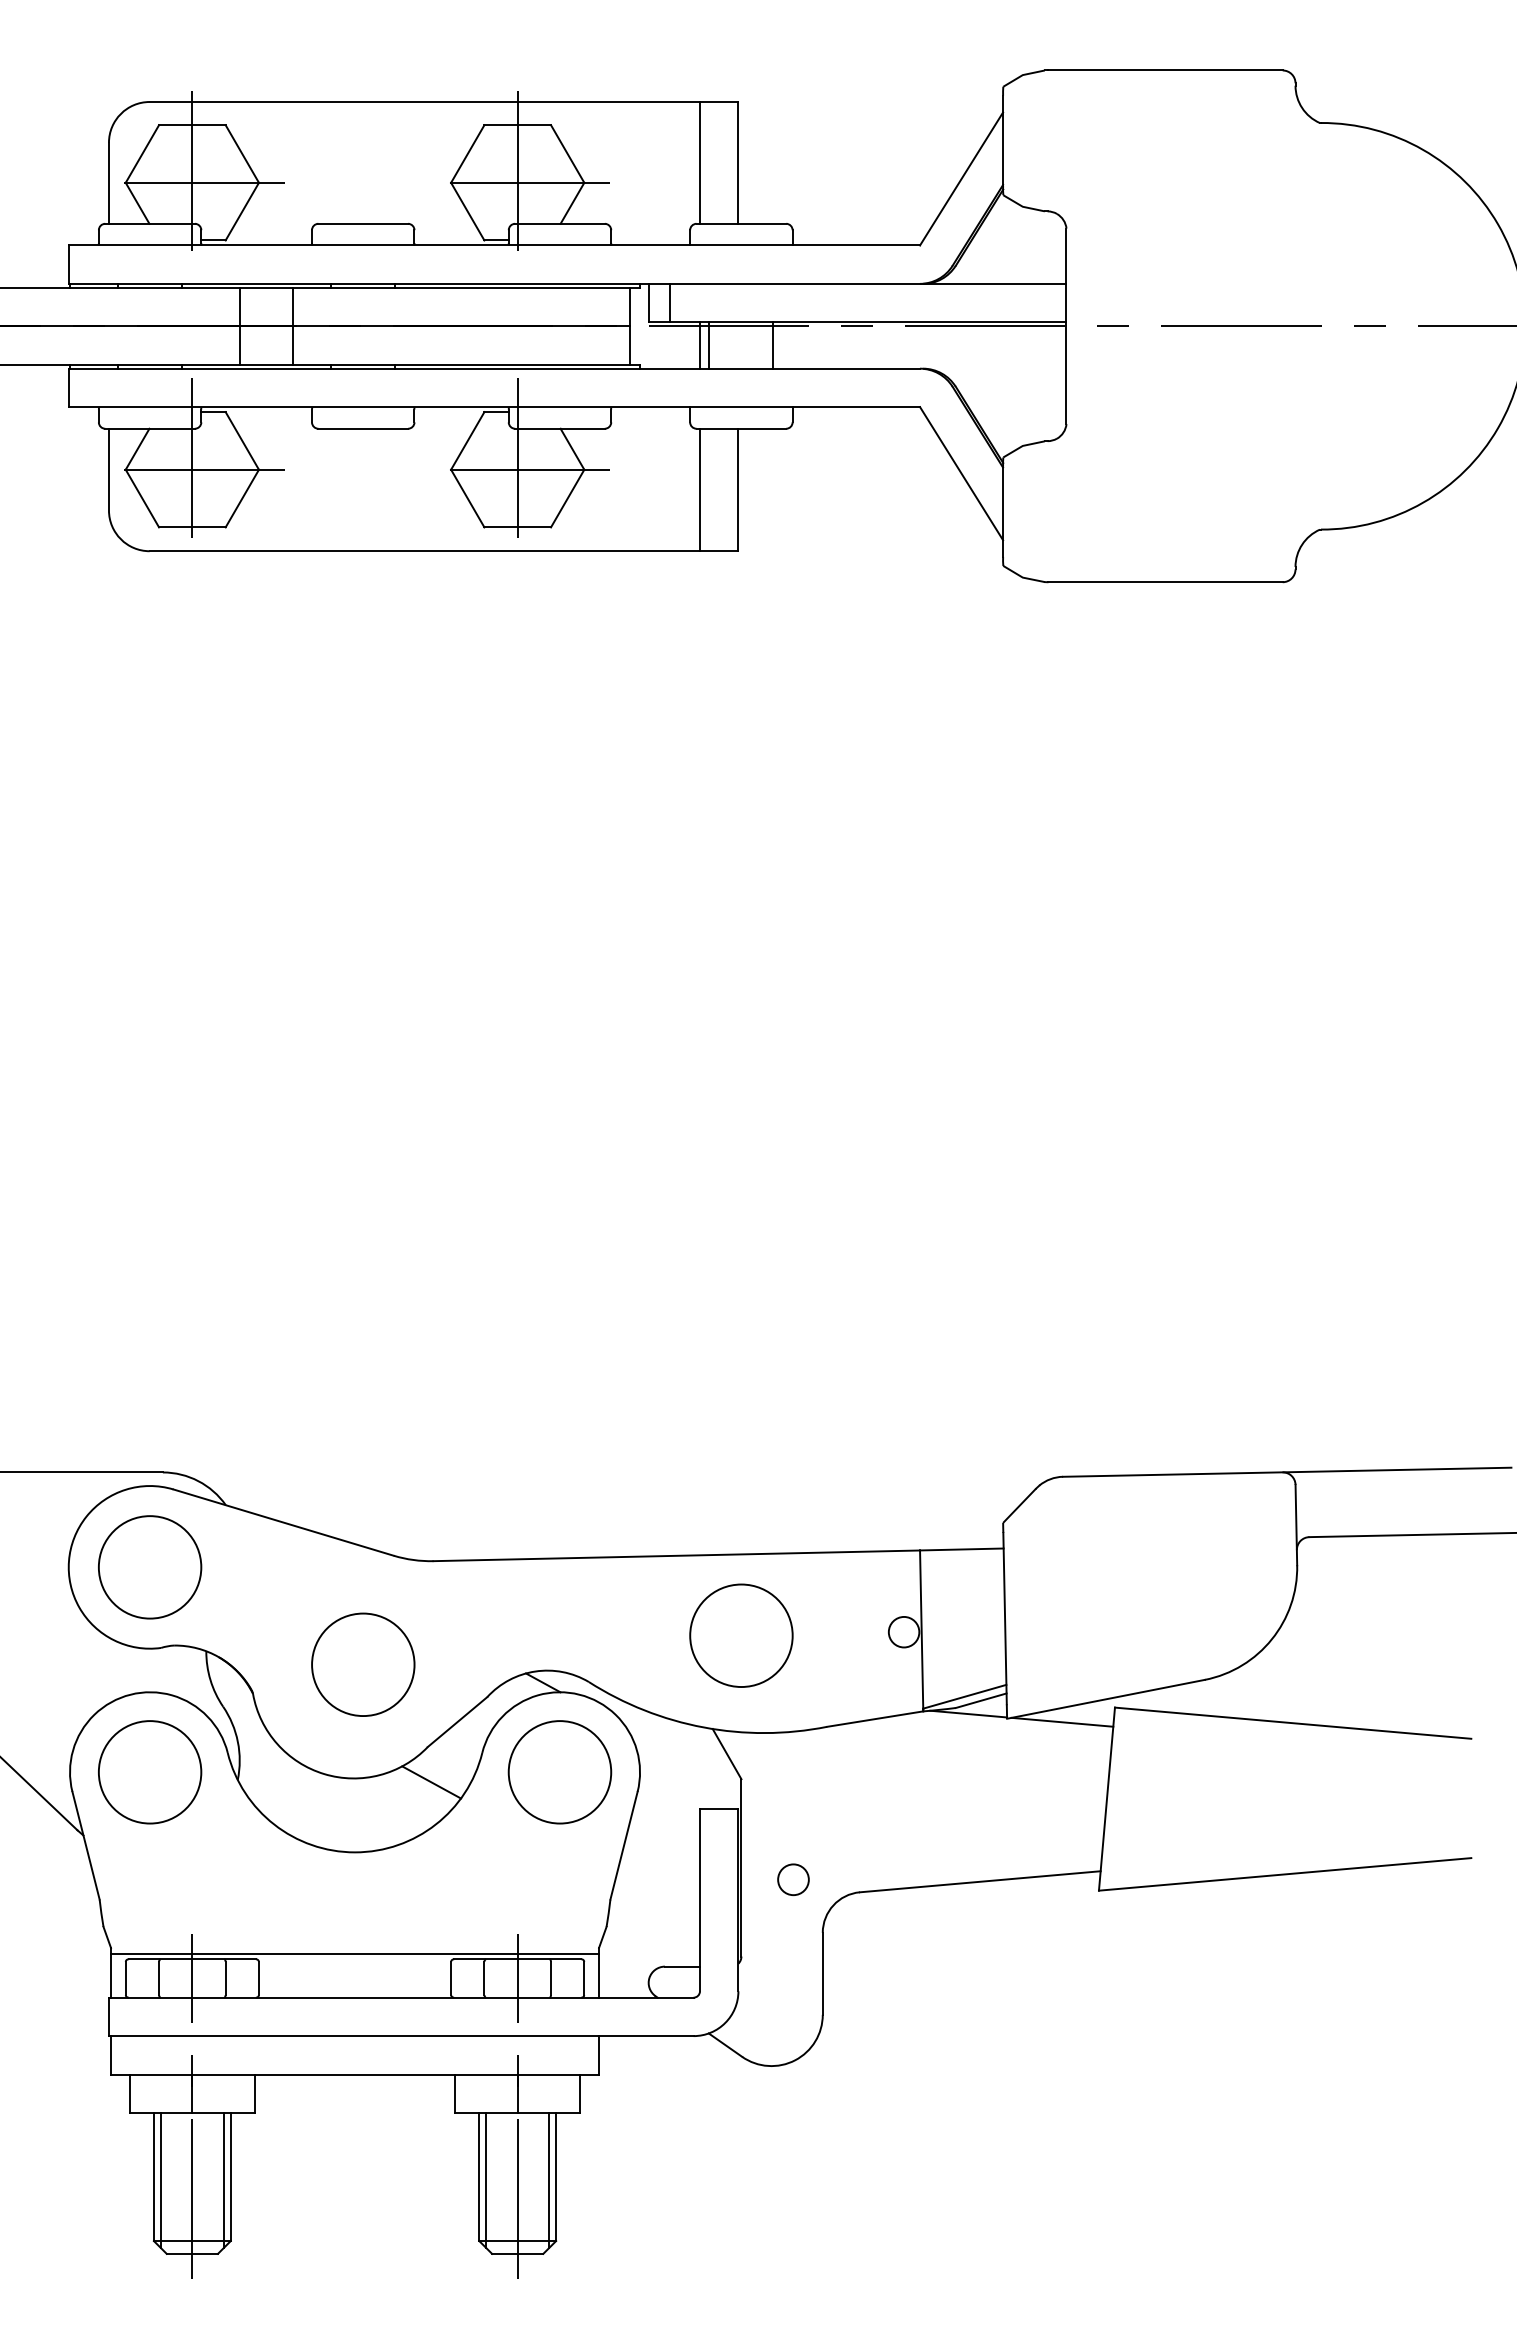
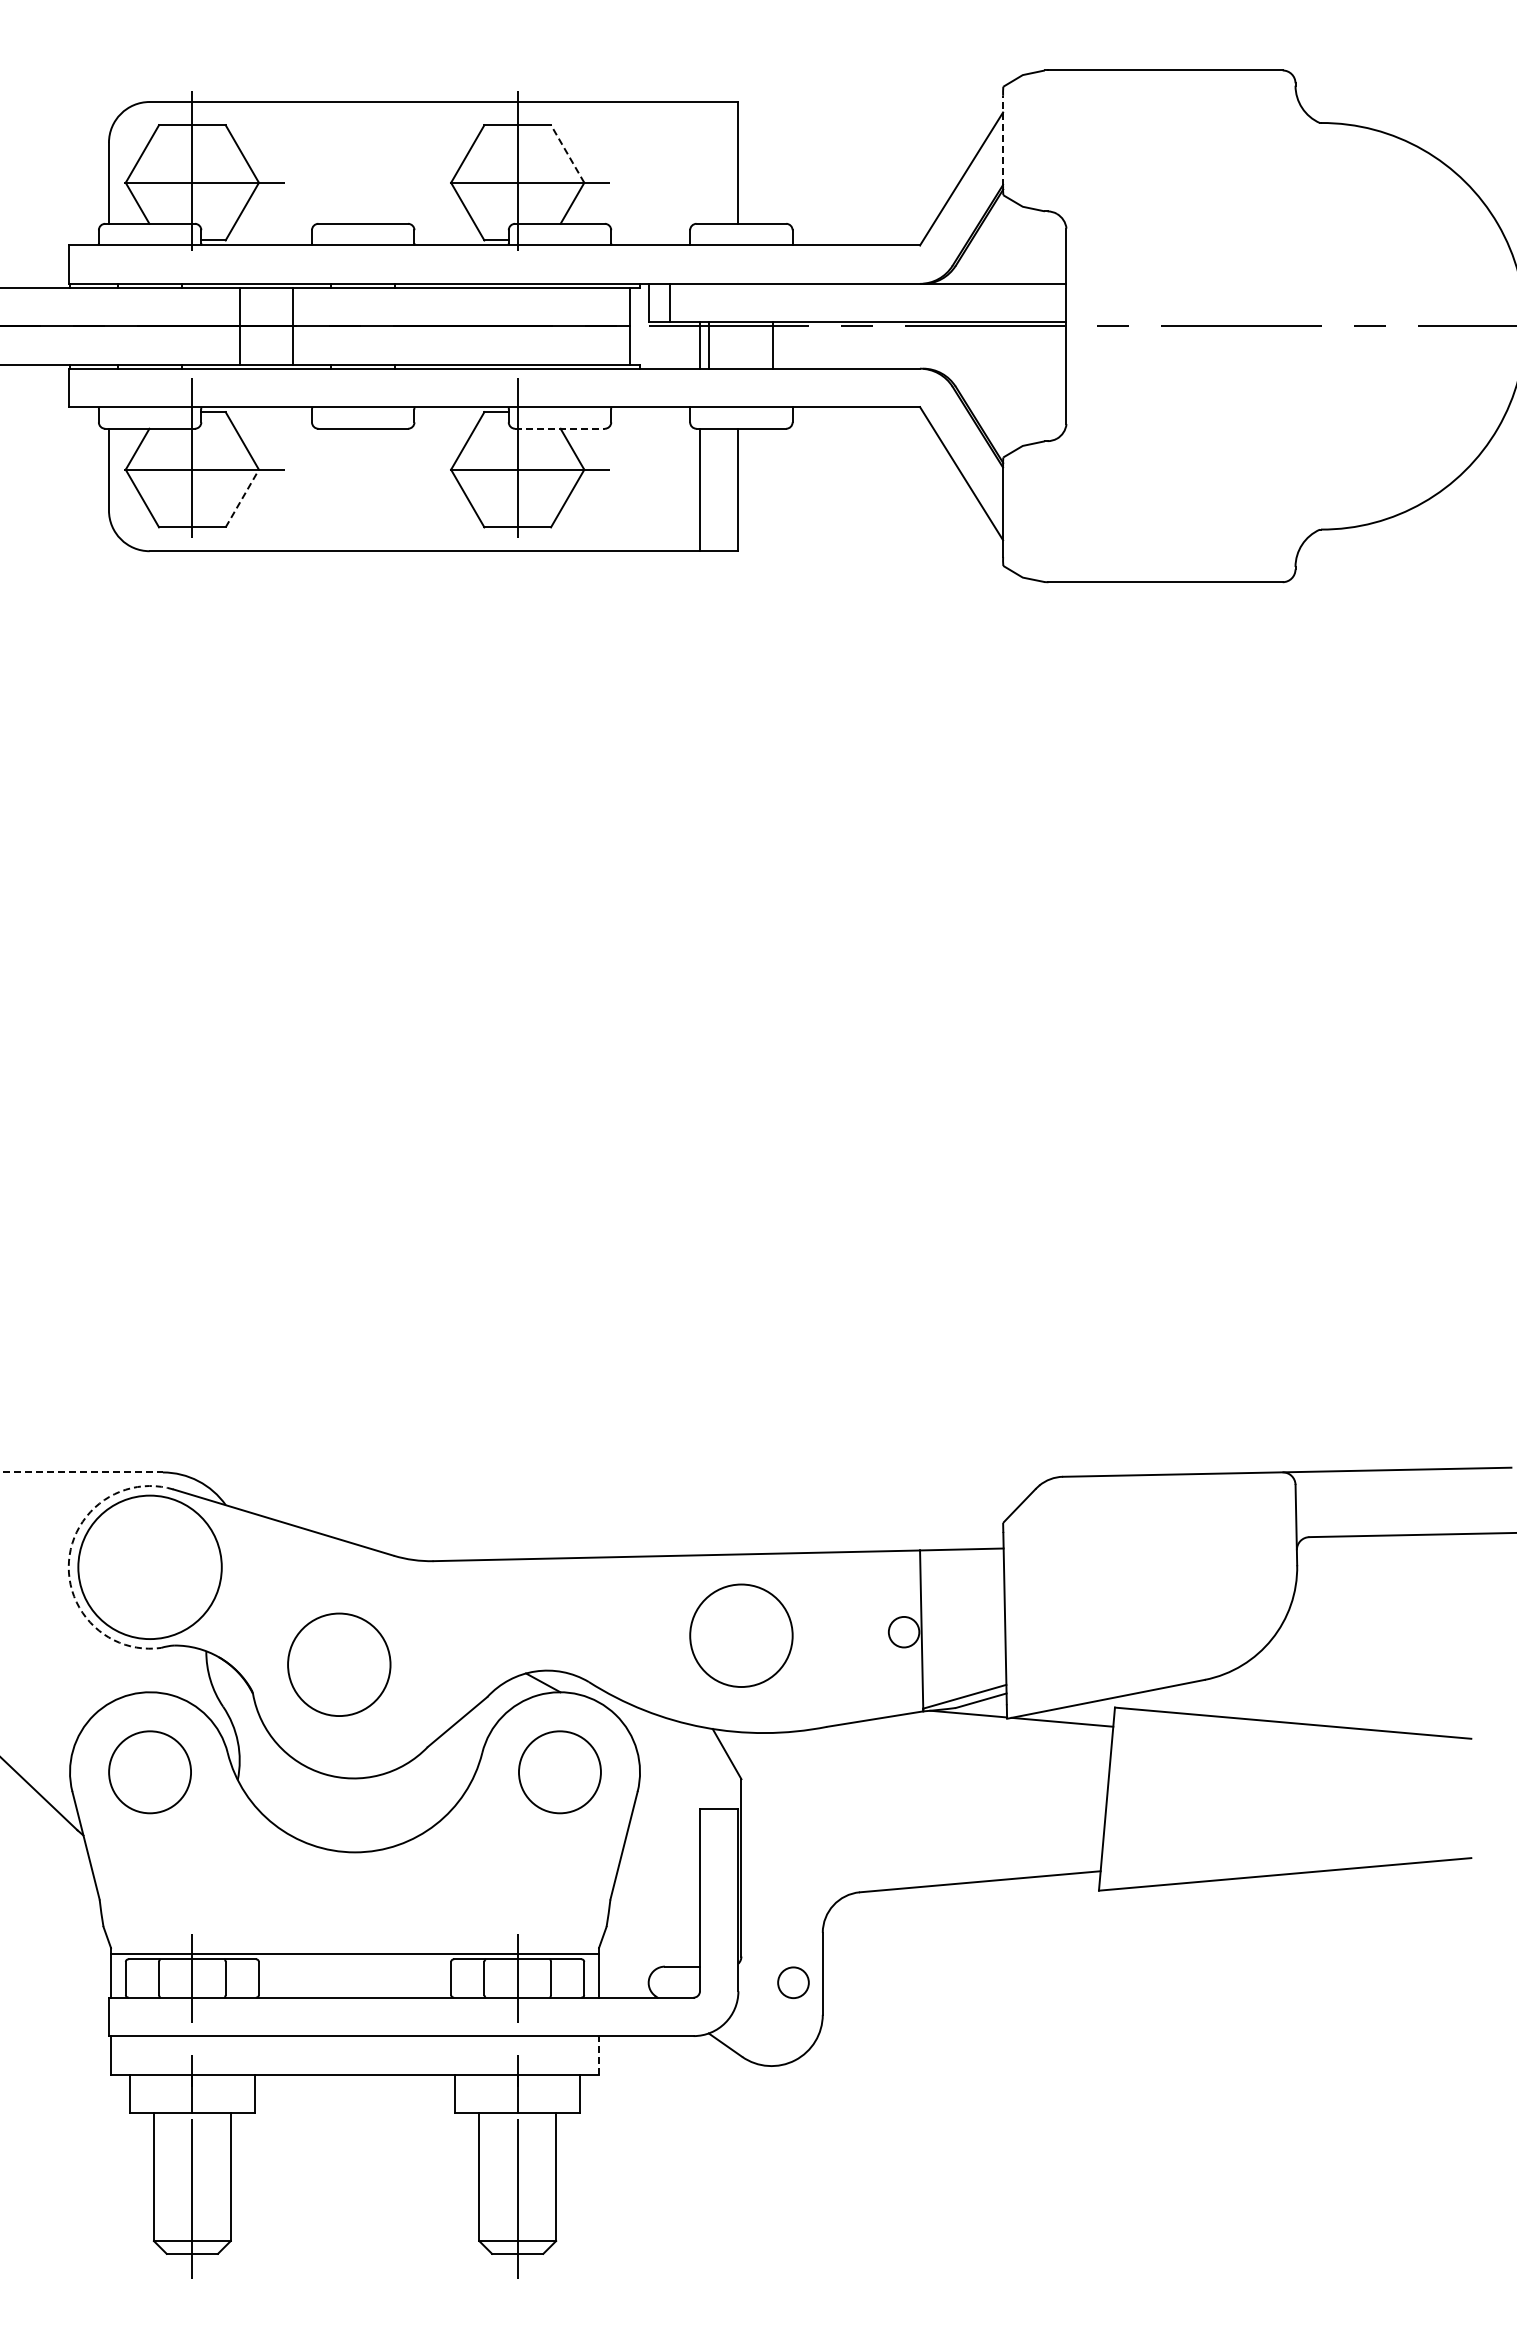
line at (1003, 140): solid -> dashed
line at (567, 153): solid -> dashed
line at (700, 162): present -> none
line at (560, 428): solid -> dashed
line at (242, 498): solid -> dashed
line at (81, 1472): solid -> dashed
arc at (68, 1561): solid -> dashed
circle at (149, 1567) diameter: 102 px -> 143 px
circle at (363, 1664) position: (363, 1664) -> (339, 1664)
circle at (149, 1772) diameter: 102 px -> 82 px
circle at (559, 1772) diameter: 102 px -> 82 px
line at (431, 1782): present -> none
circle at (793, 1879) position: (793, 1879) -> (793, 1982)
line at (599, 2054): solid -> dashed
line at (160, 2180): present -> none
line at (223, 2180): present -> none
line at (486, 2180): present -> none
line at (549, 2180): present -> none
